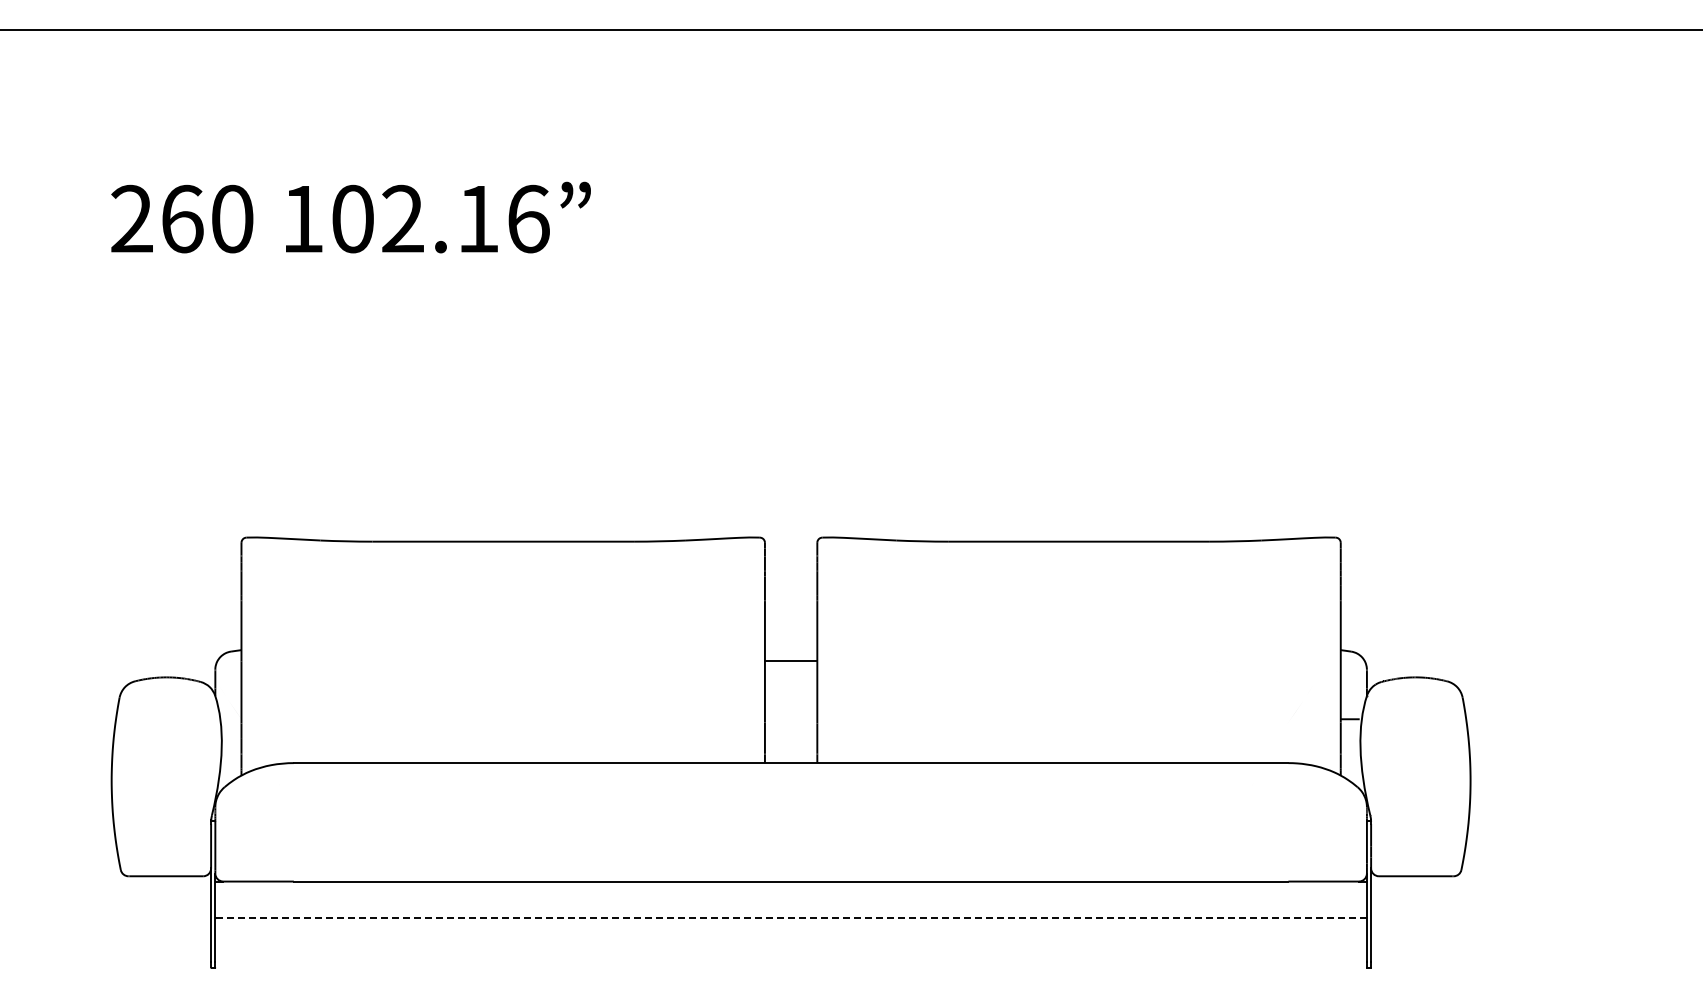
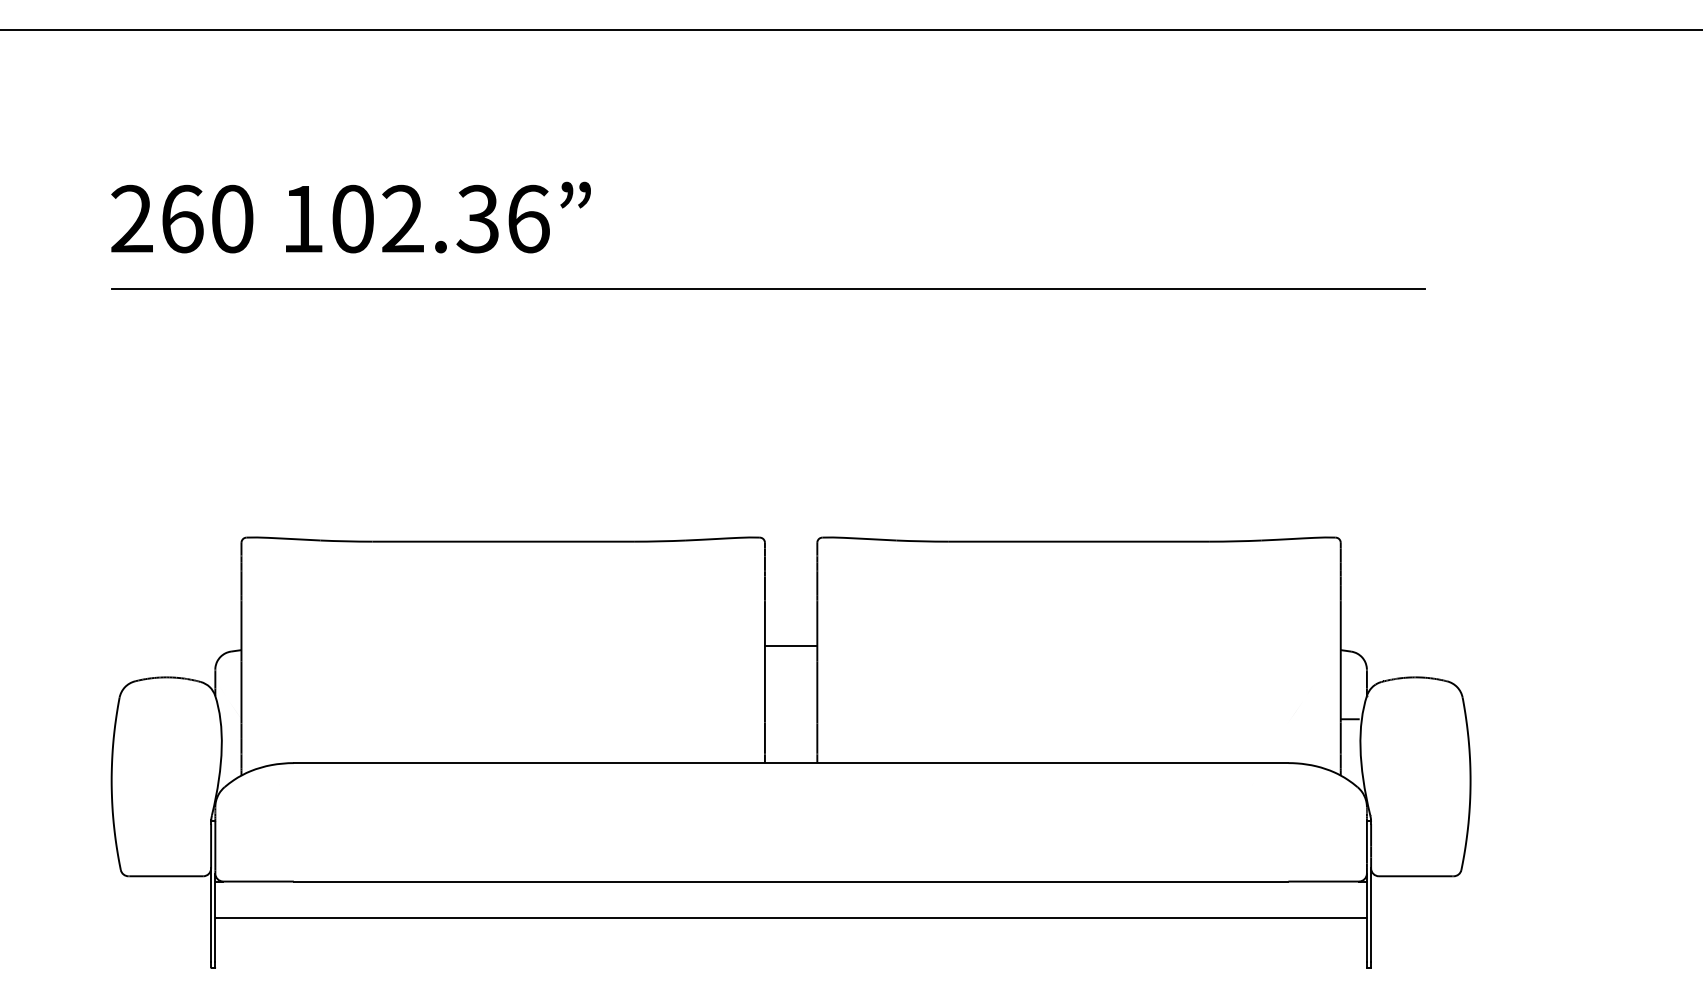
text at (477, 218): 102.16 -> 102.36
line at (768, 289): none -> present
line at (790, 660) position: (790, 660) -> (790, 645)
line at (791, 918): dashed -> solid
